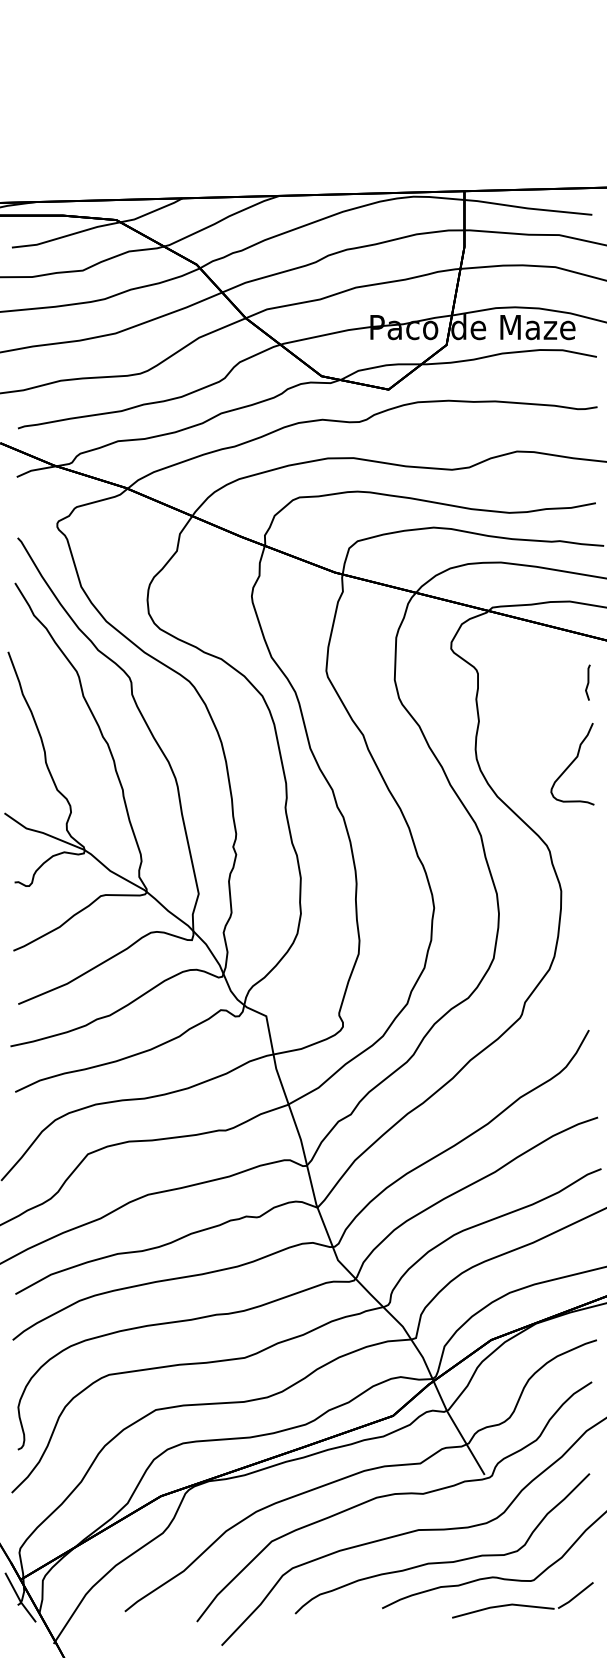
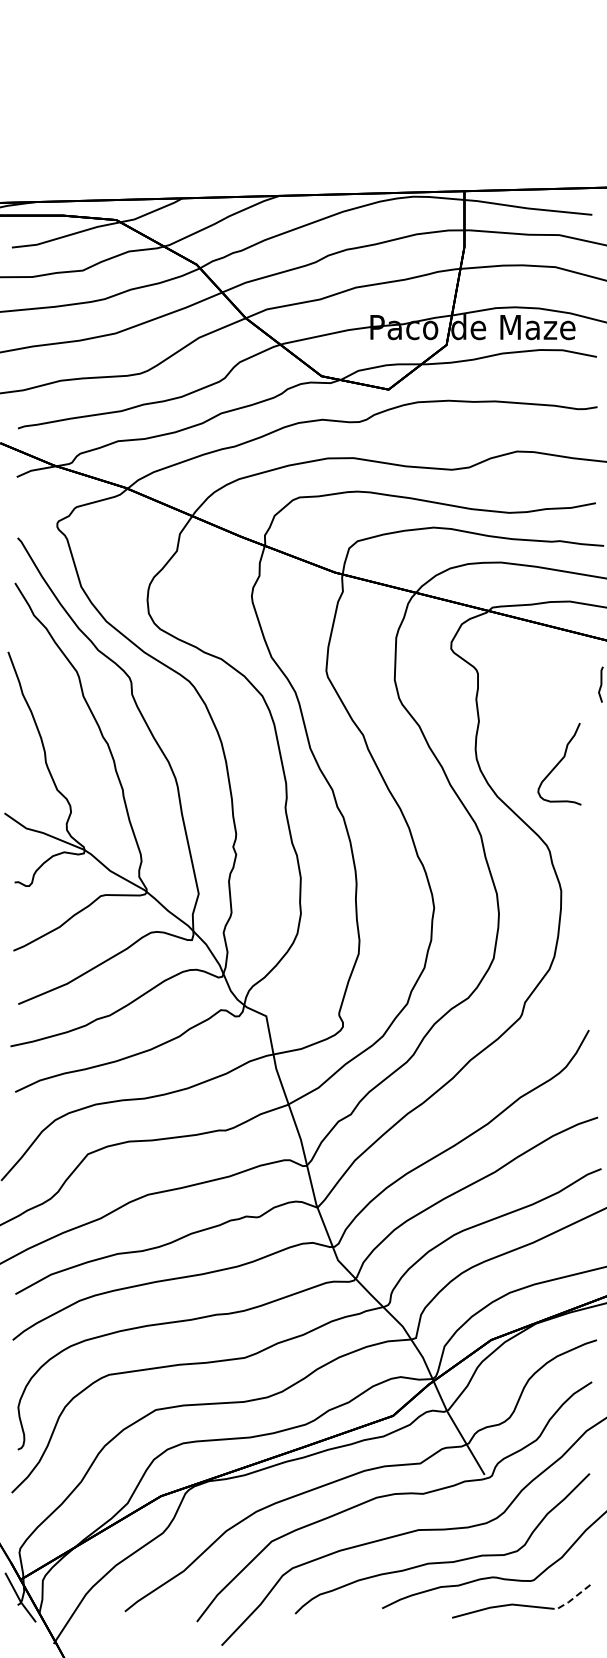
line at (587, 682) position: (587, 682) -> (600, 684)
curve at (572, 763) position: (572, 763) -> (559, 763)
line at (575, 1596): solid -> dashed
